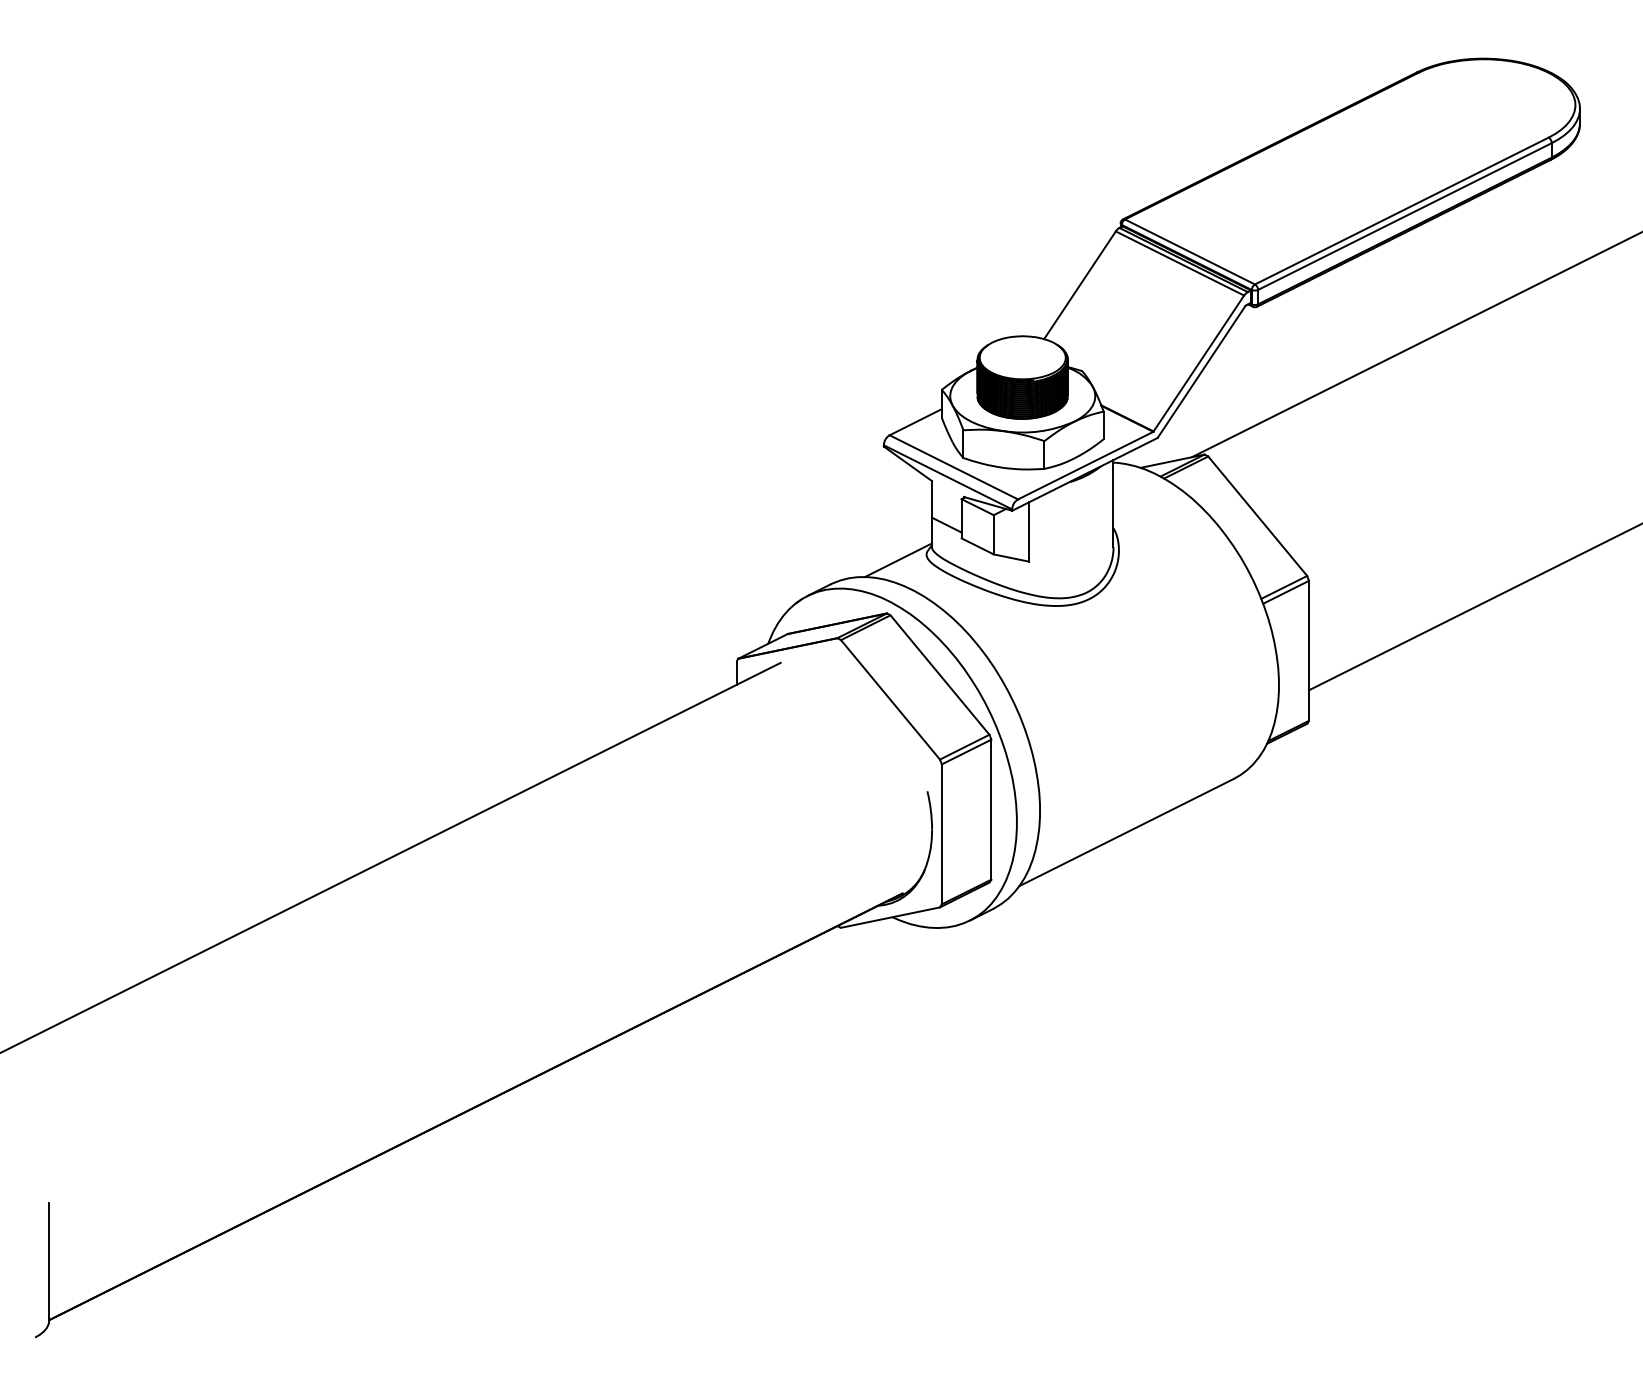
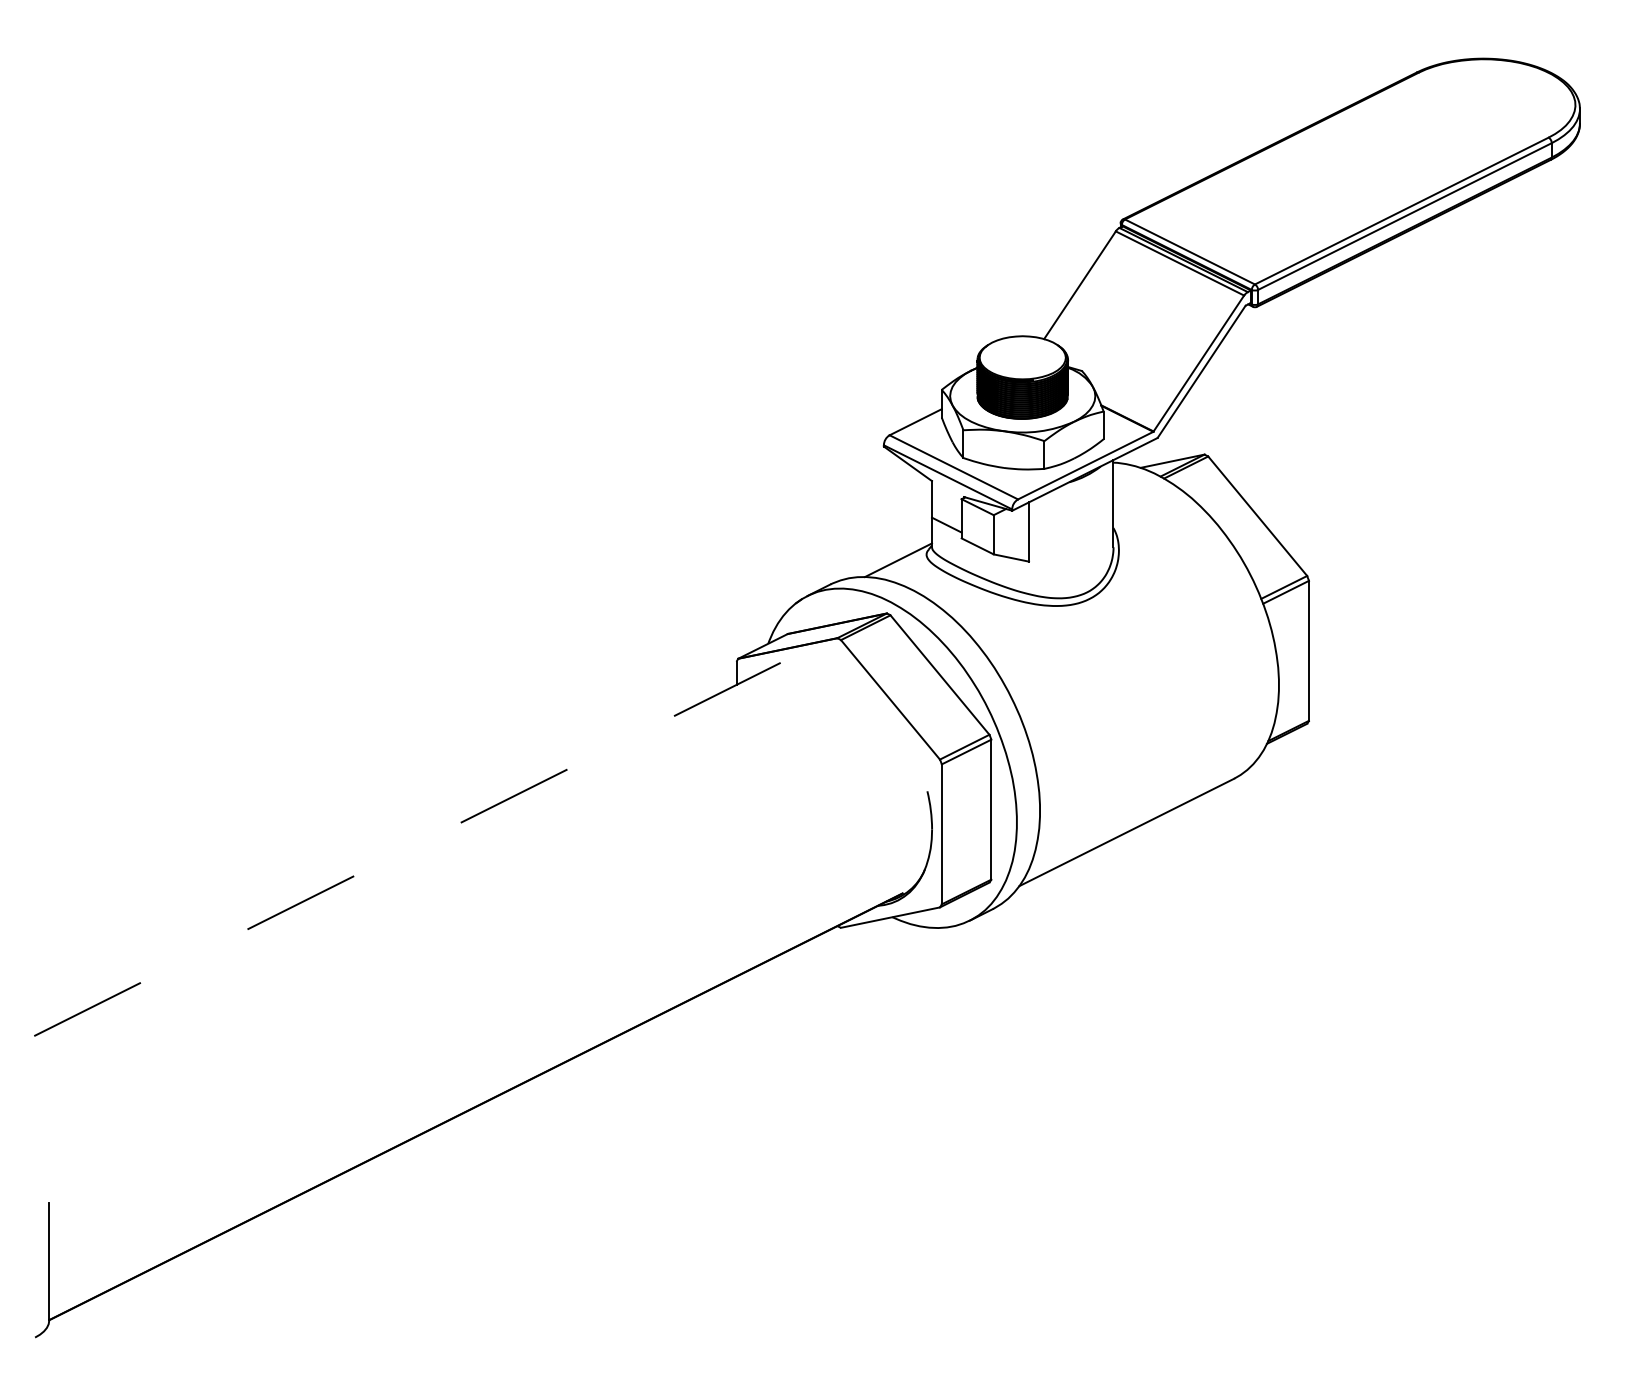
line at (1415, 345): present -> none
line at (1473, 607): present -> none
line at (390, 858): solid -> dashed
